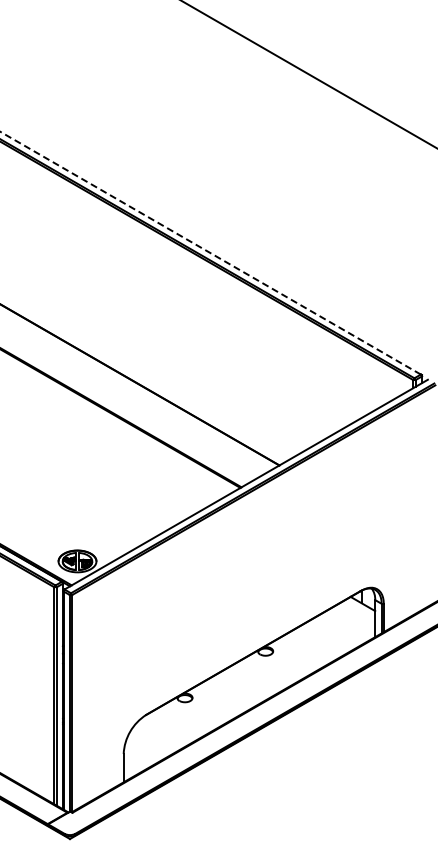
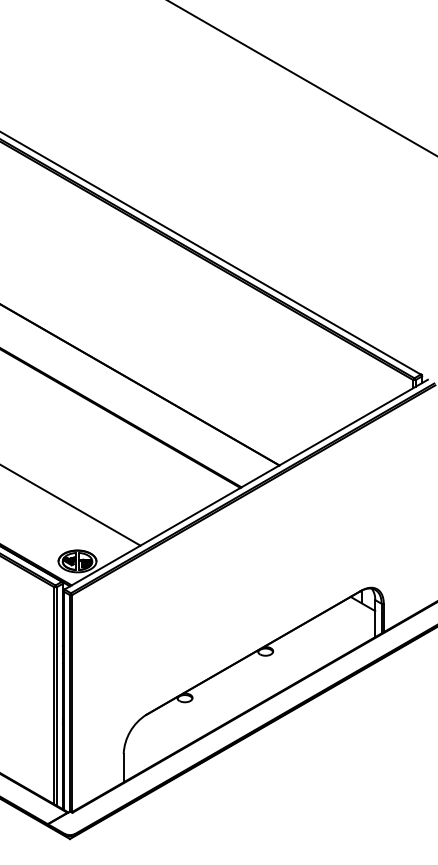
line at (309, 74) position: (309, 74) -> (302, 78)
line at (210, 253): dashed -> solid
line at (71, 505): none -> present
